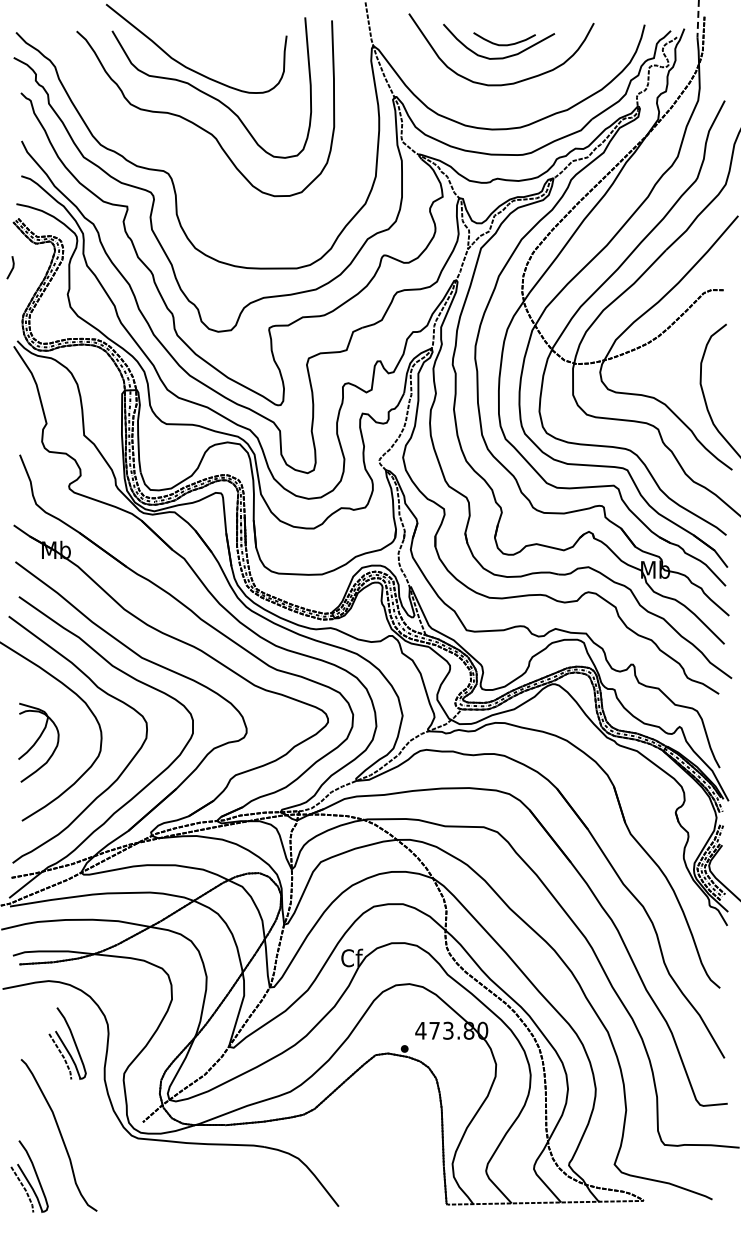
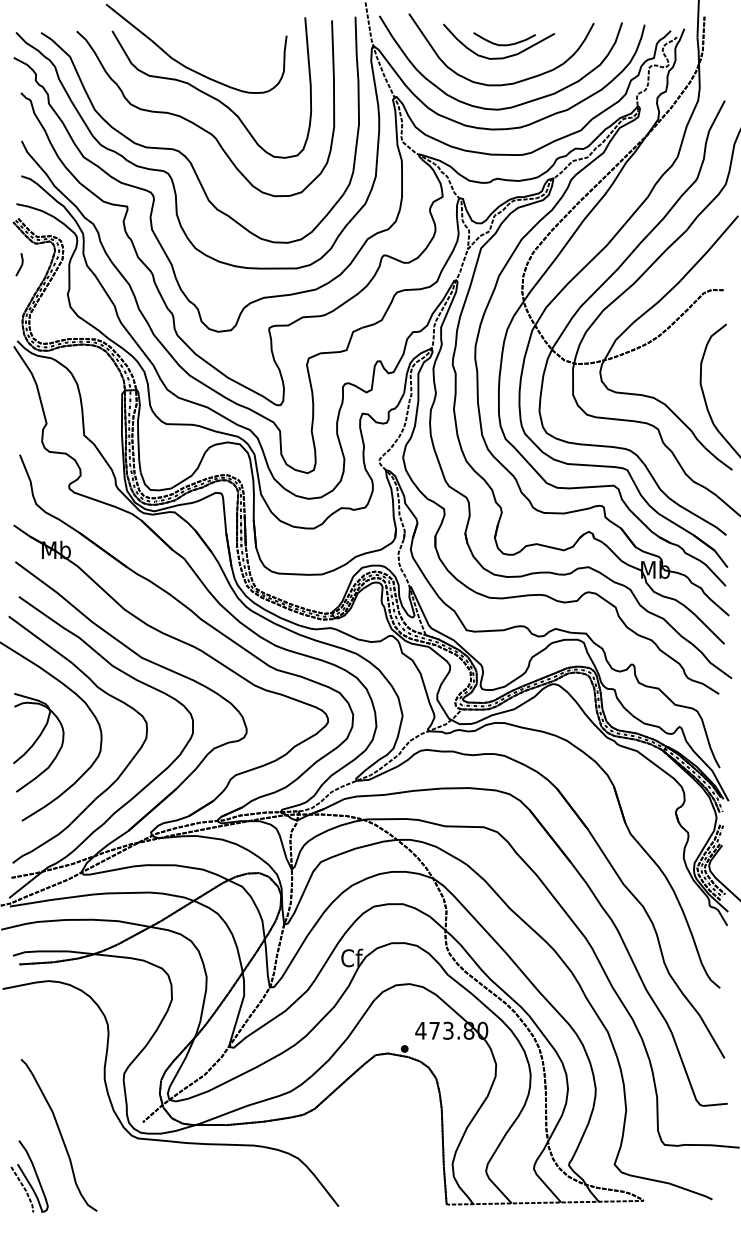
line at (698, 19): dashed -> solid
curve at (510, 106): none -> present
curve at (183, 153): none -> present
line at (11, 268) position: (11, 268) -> (20, 265)
part at (38, 742) size: 42x81 px -> 52x100 px
part at (67, 1043): present -> none
